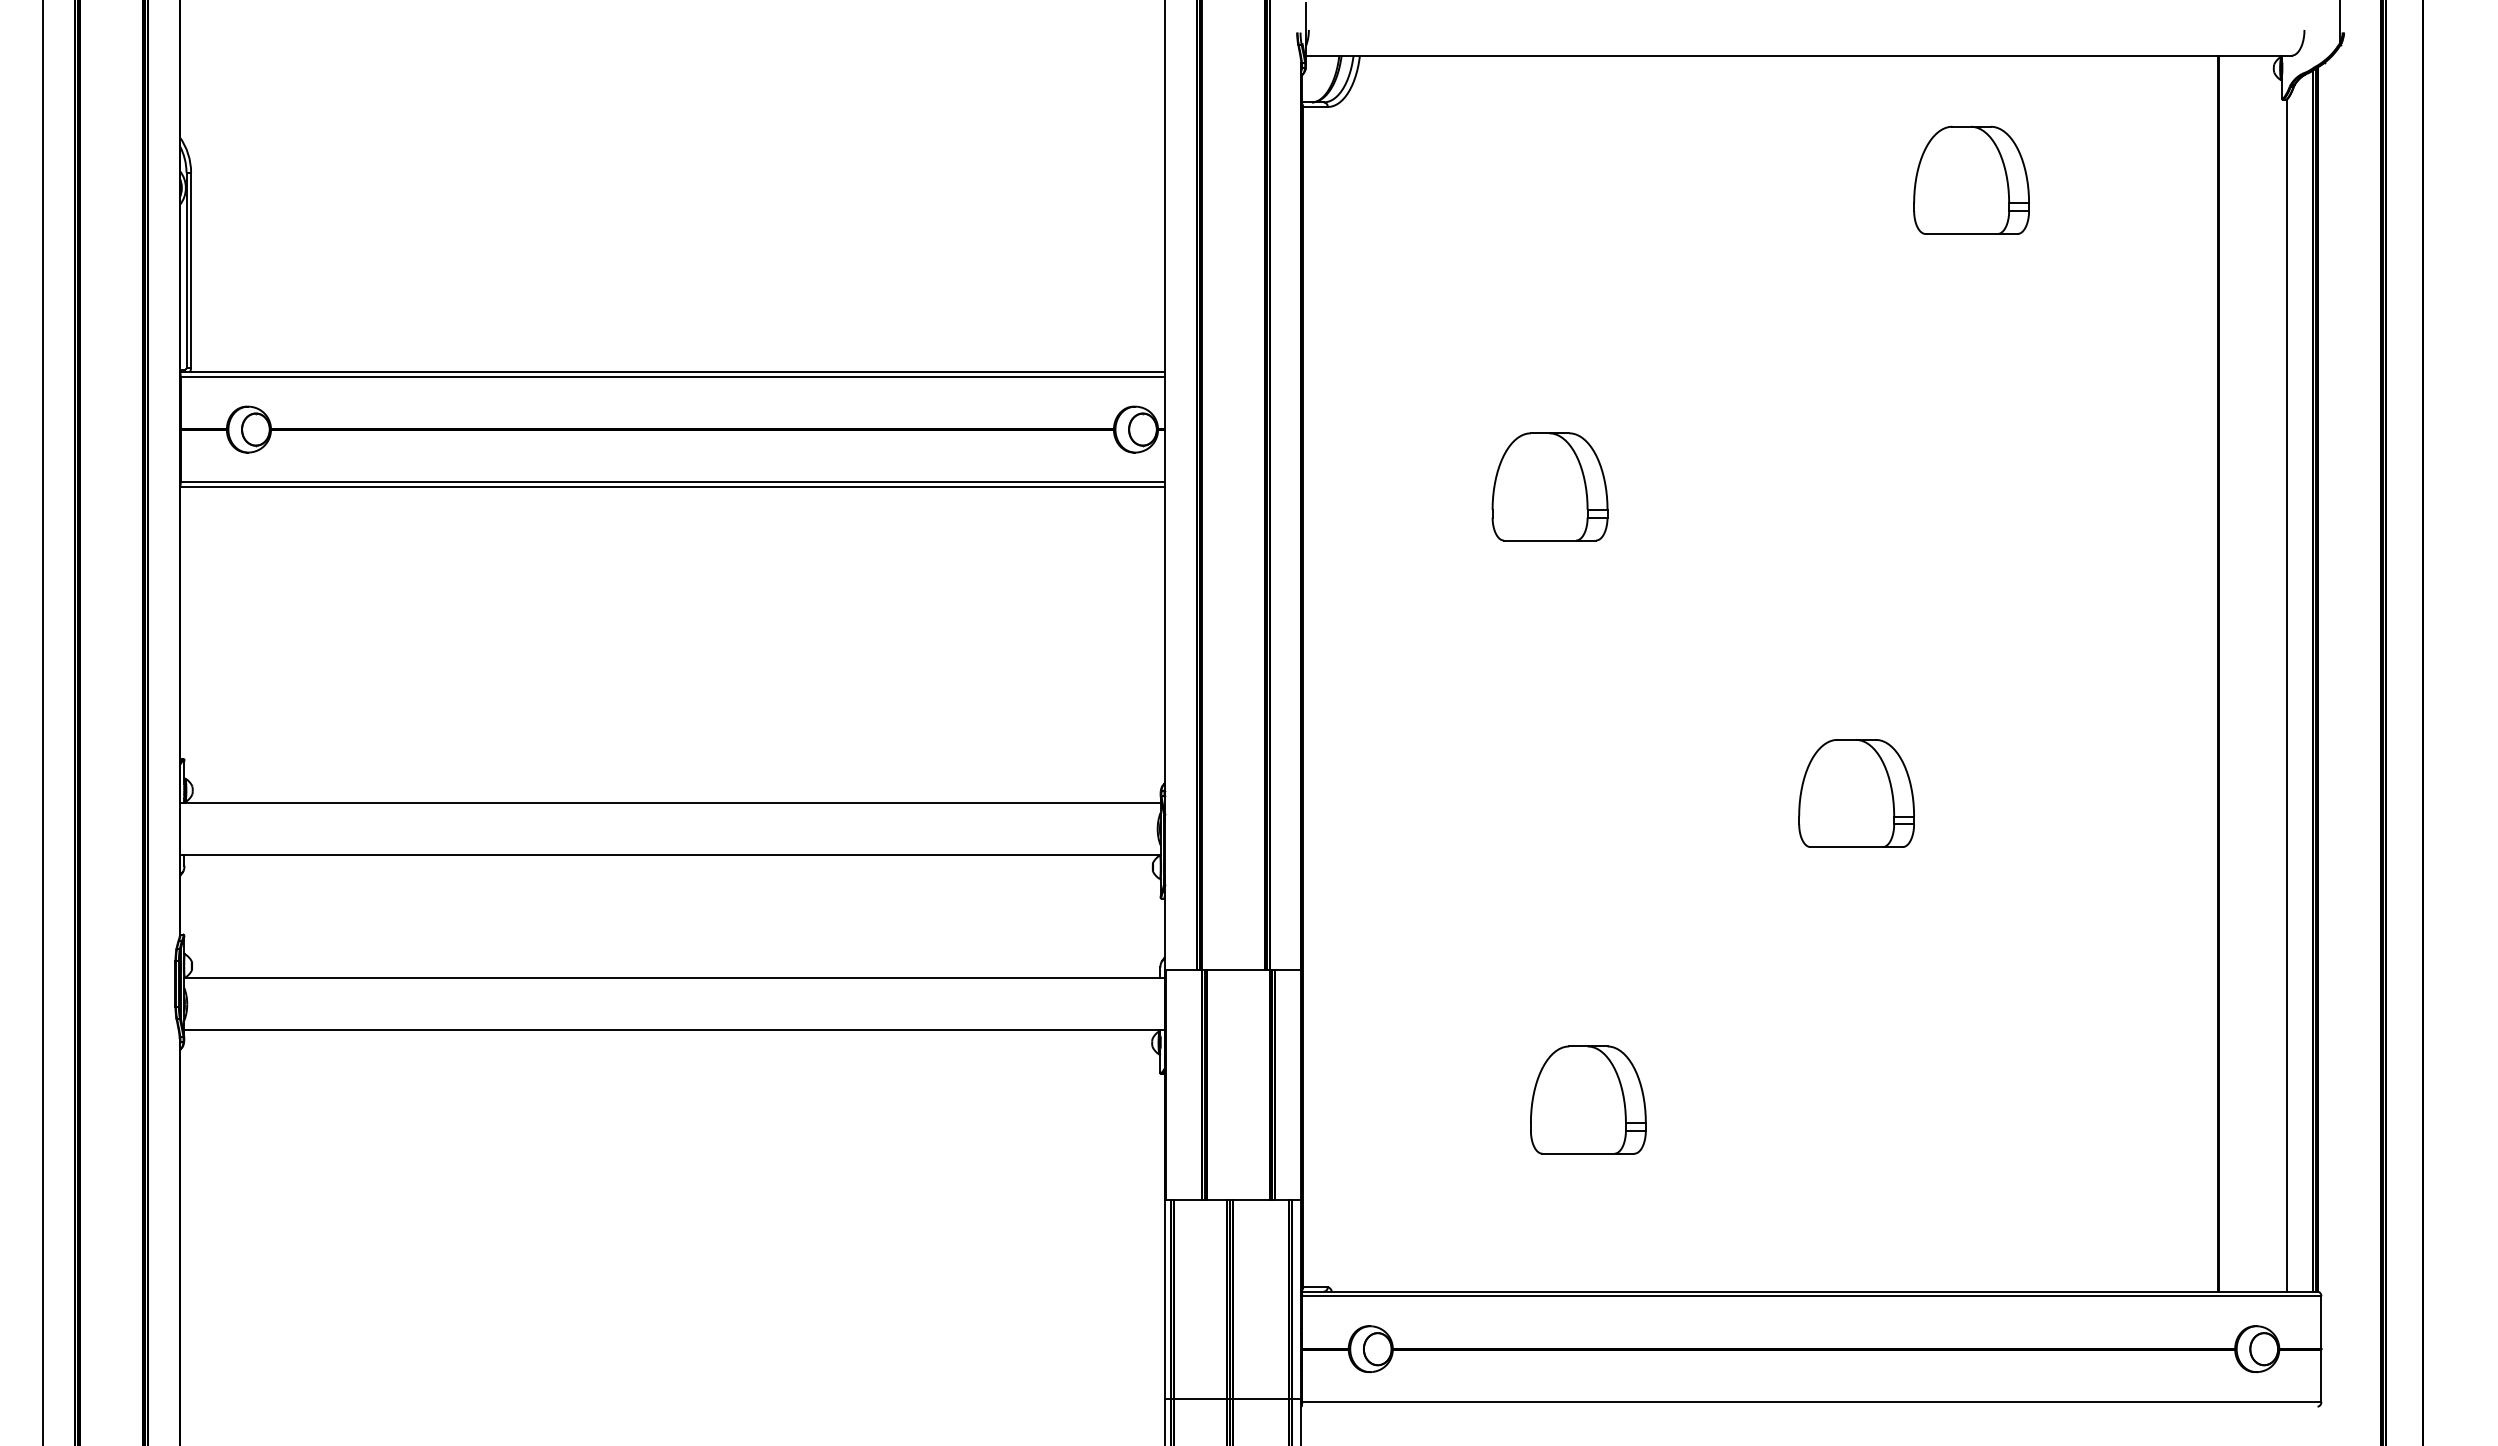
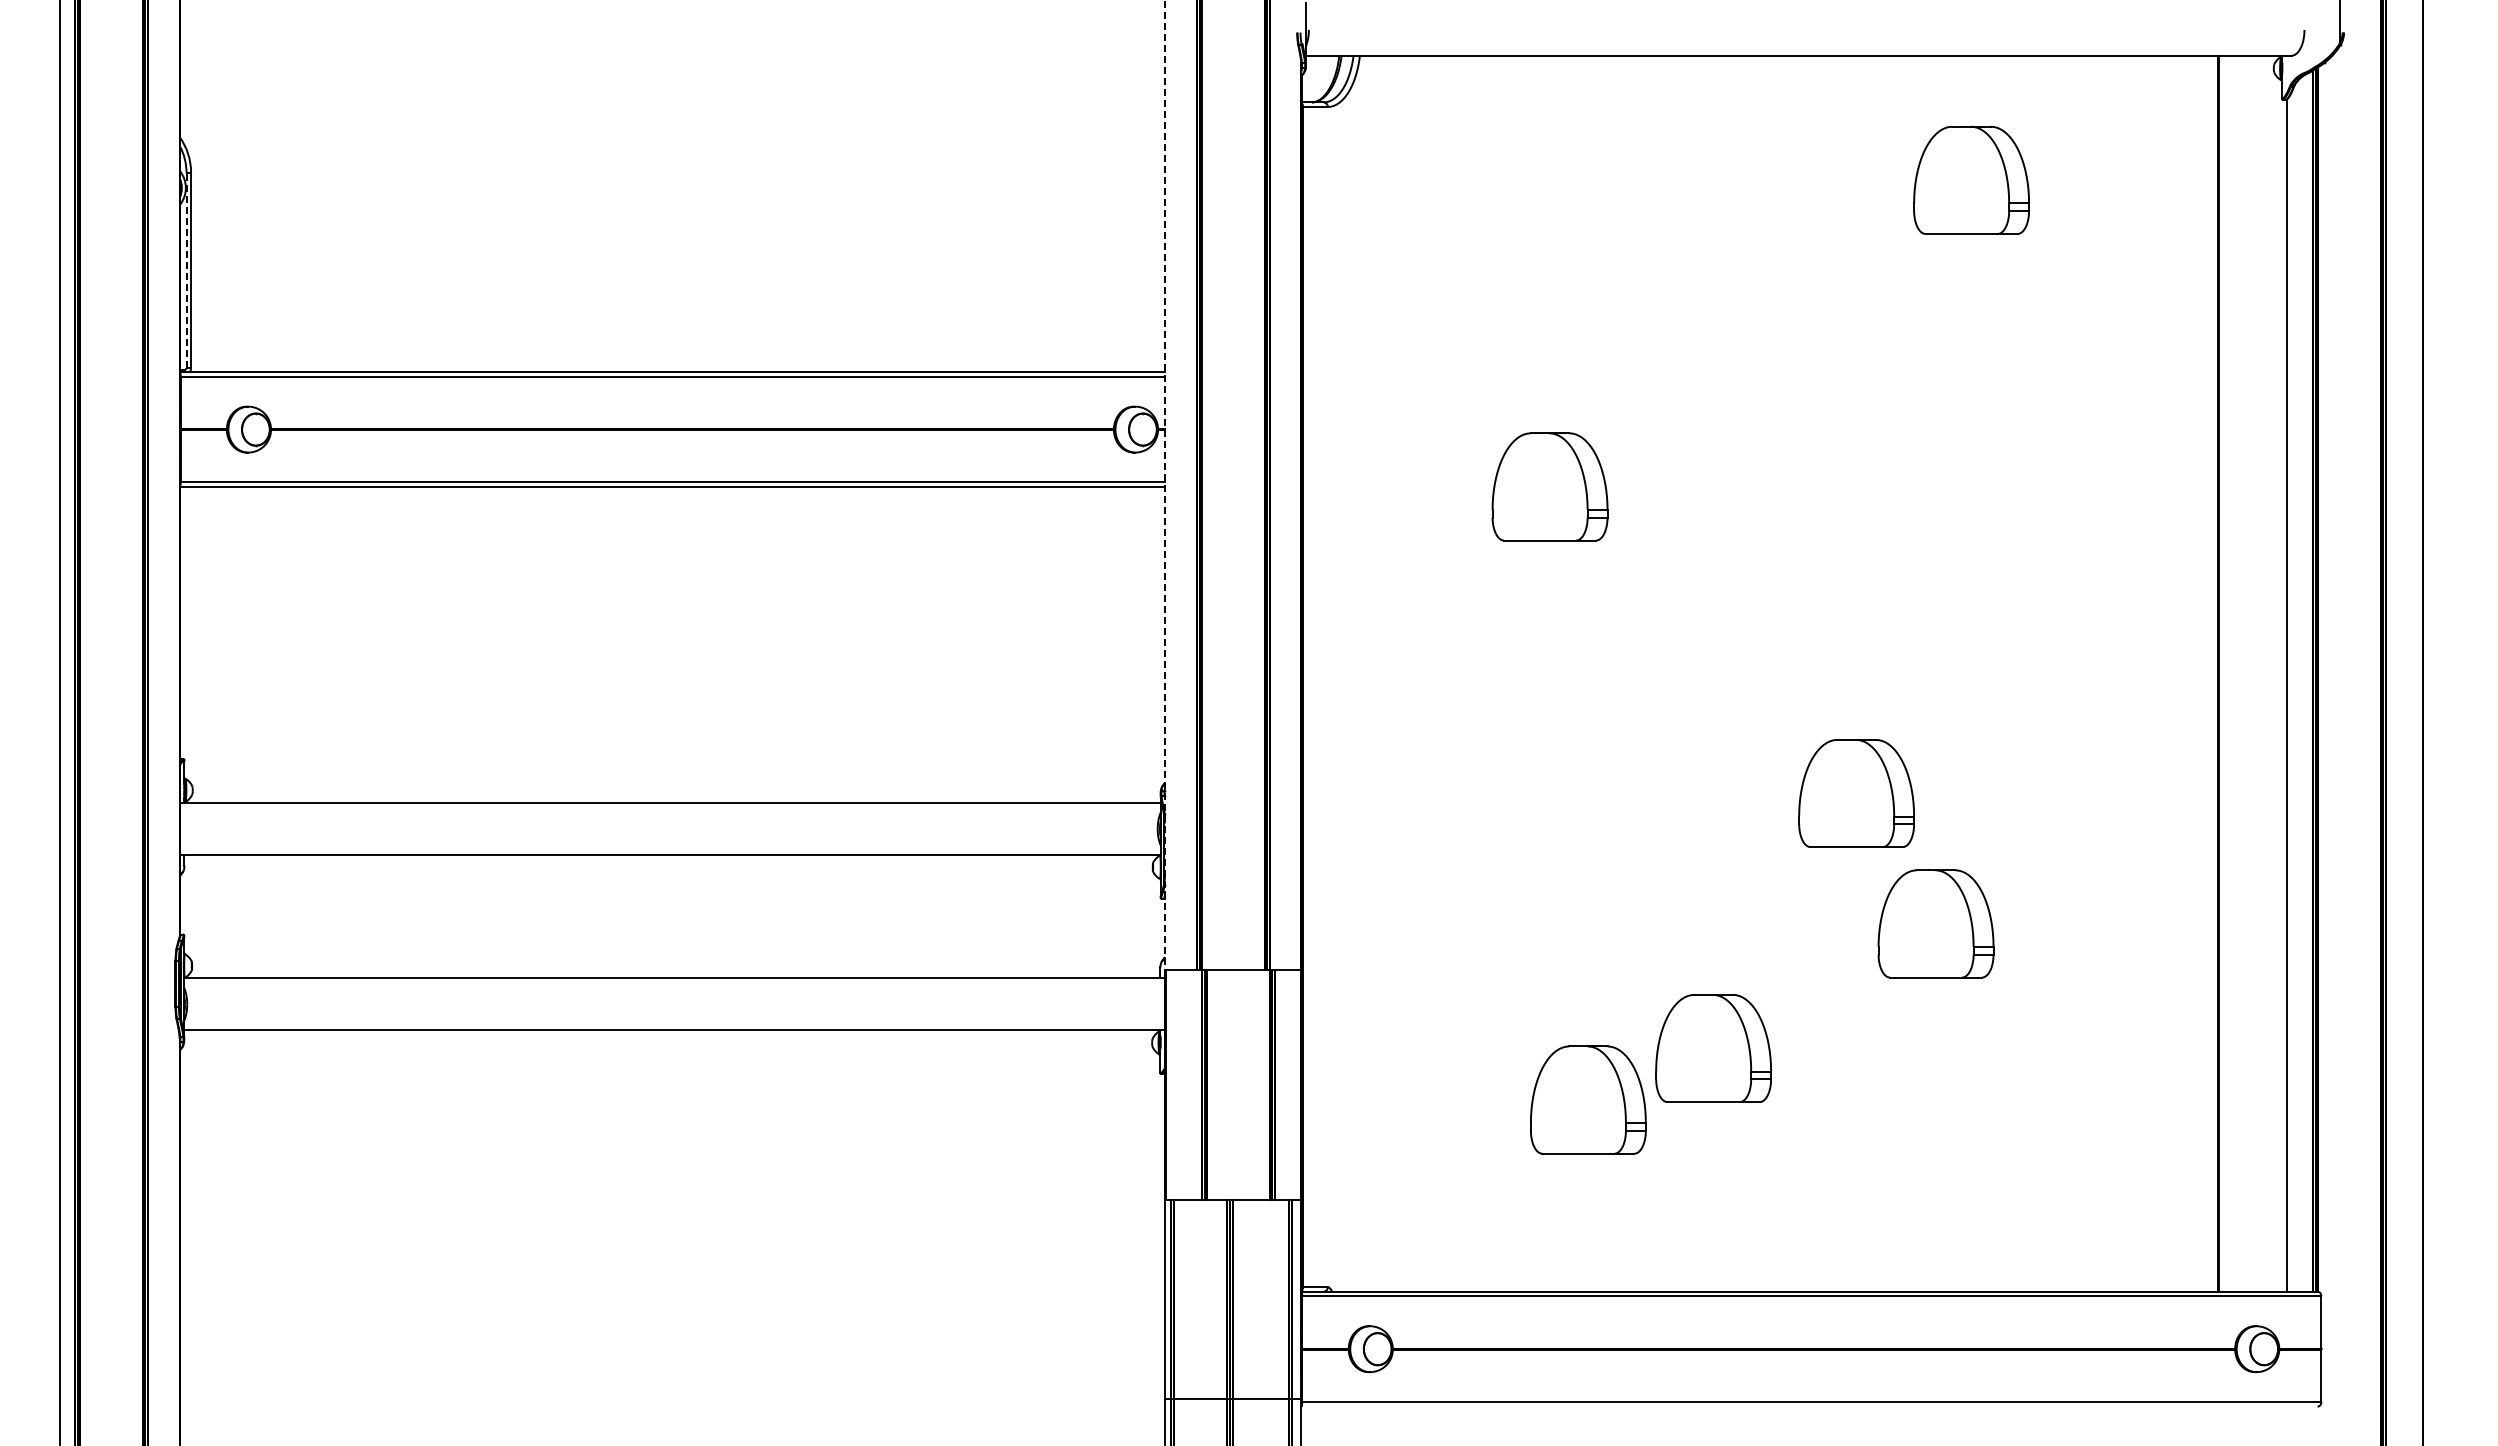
line at (186, 270): solid -> dashed
line at (1165, 484): solid -> dashed
line at (43, 722) position: (43, 722) -> (60, 722)
part at (1935, 923): none -> present
part at (1713, 1048): none -> present
